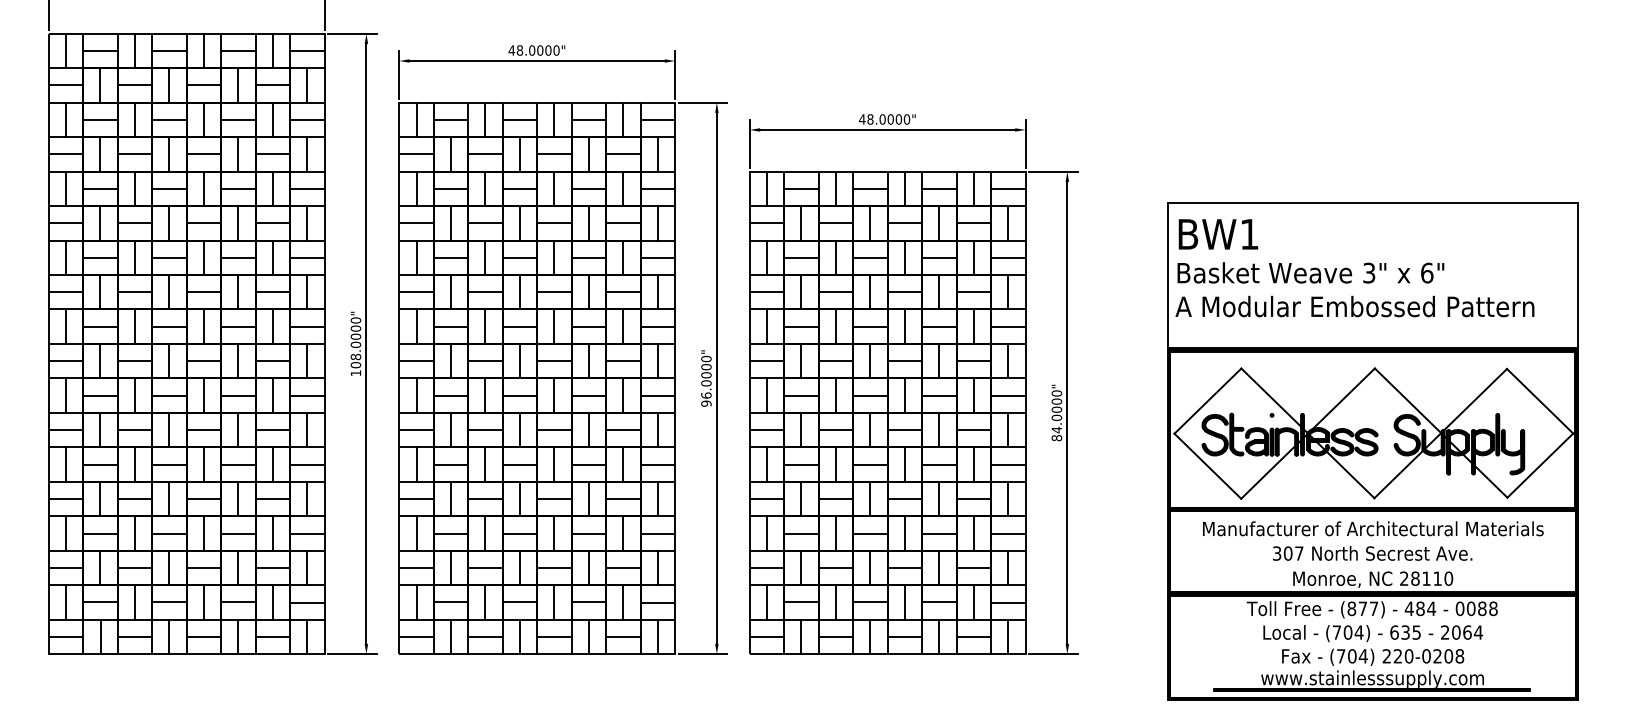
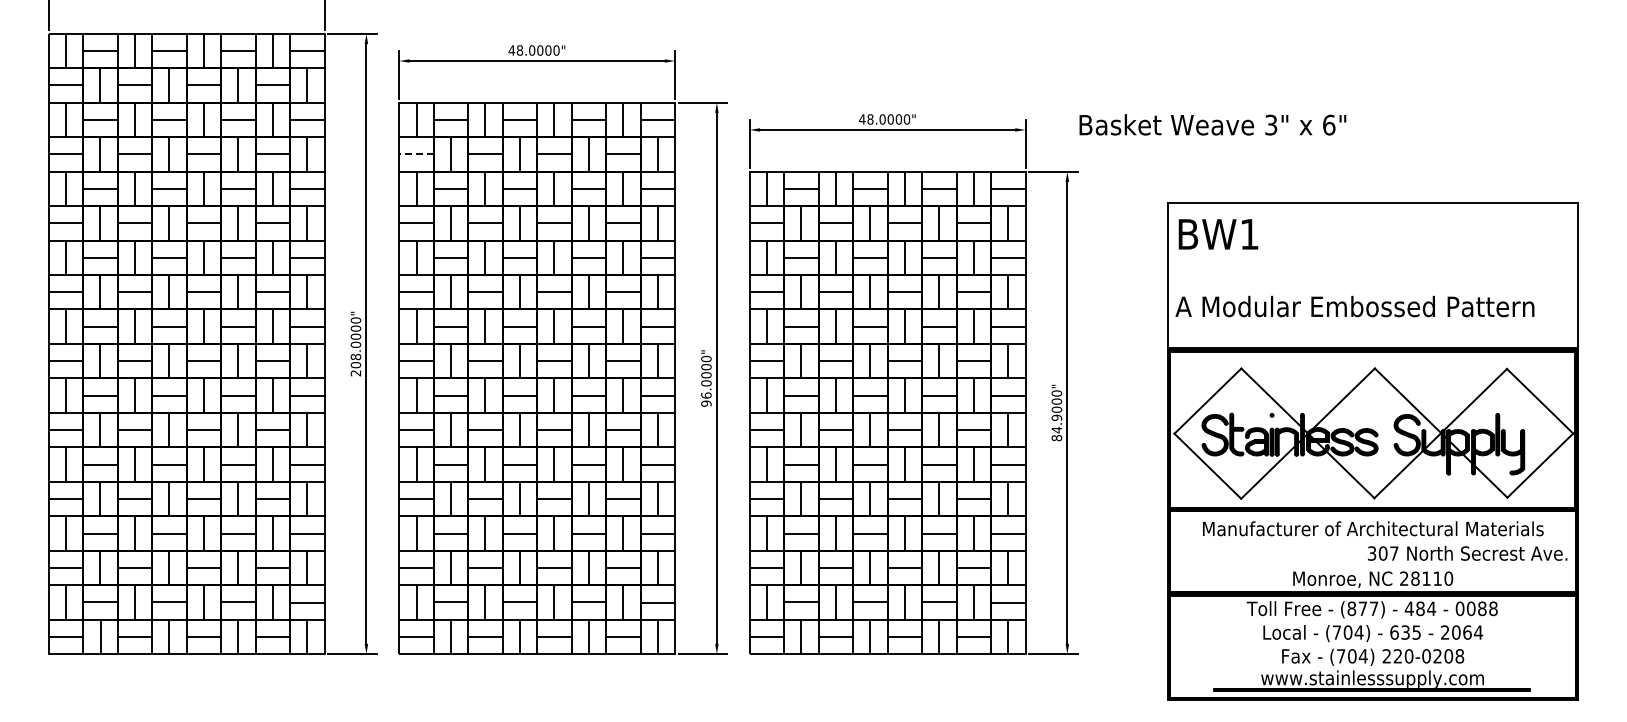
line at (417, 154): solid -> dashed
text at (1310, 272) position: (1310, 272) -> (1212, 124)
text at (355, 373): 108.0000" -> 208.0000"
text at (1057, 417): 84.0000" -> 84.9000"
text at (1372, 553) position: (1372, 553) -> (1467, 553)
